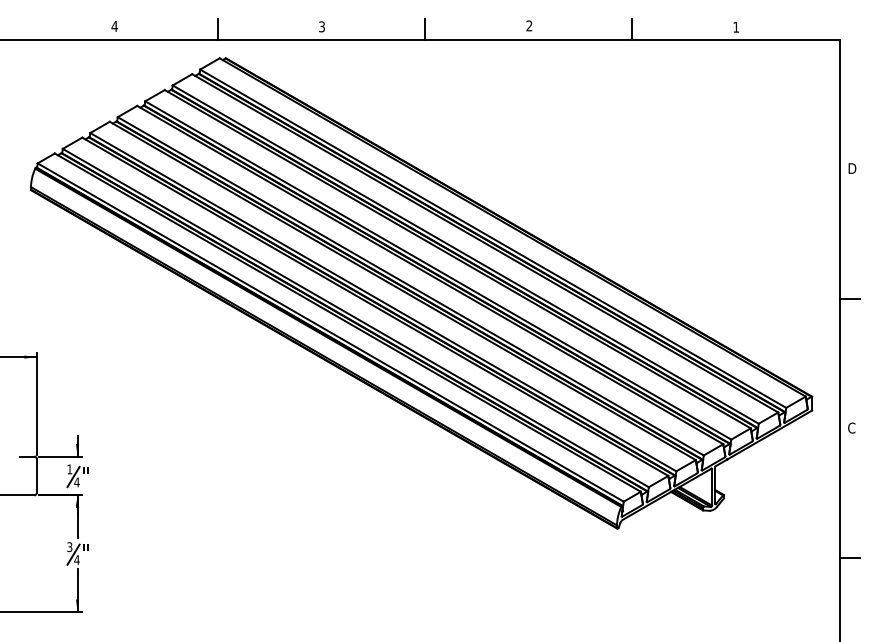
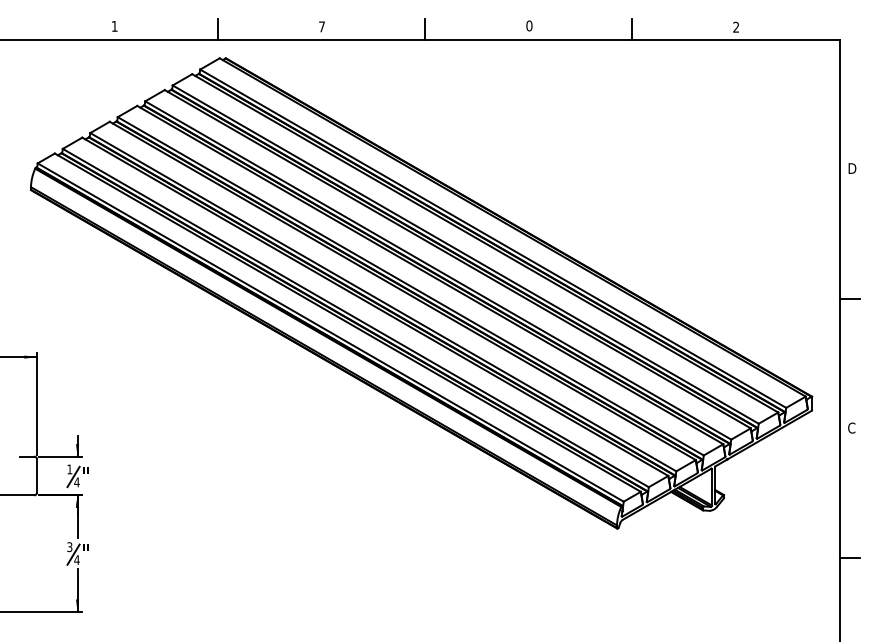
text at (529, 25): 2 -> 0
text at (114, 26): 4 -> 1
text at (321, 26): 3 -> 7
text at (735, 26): 1 -> 2
